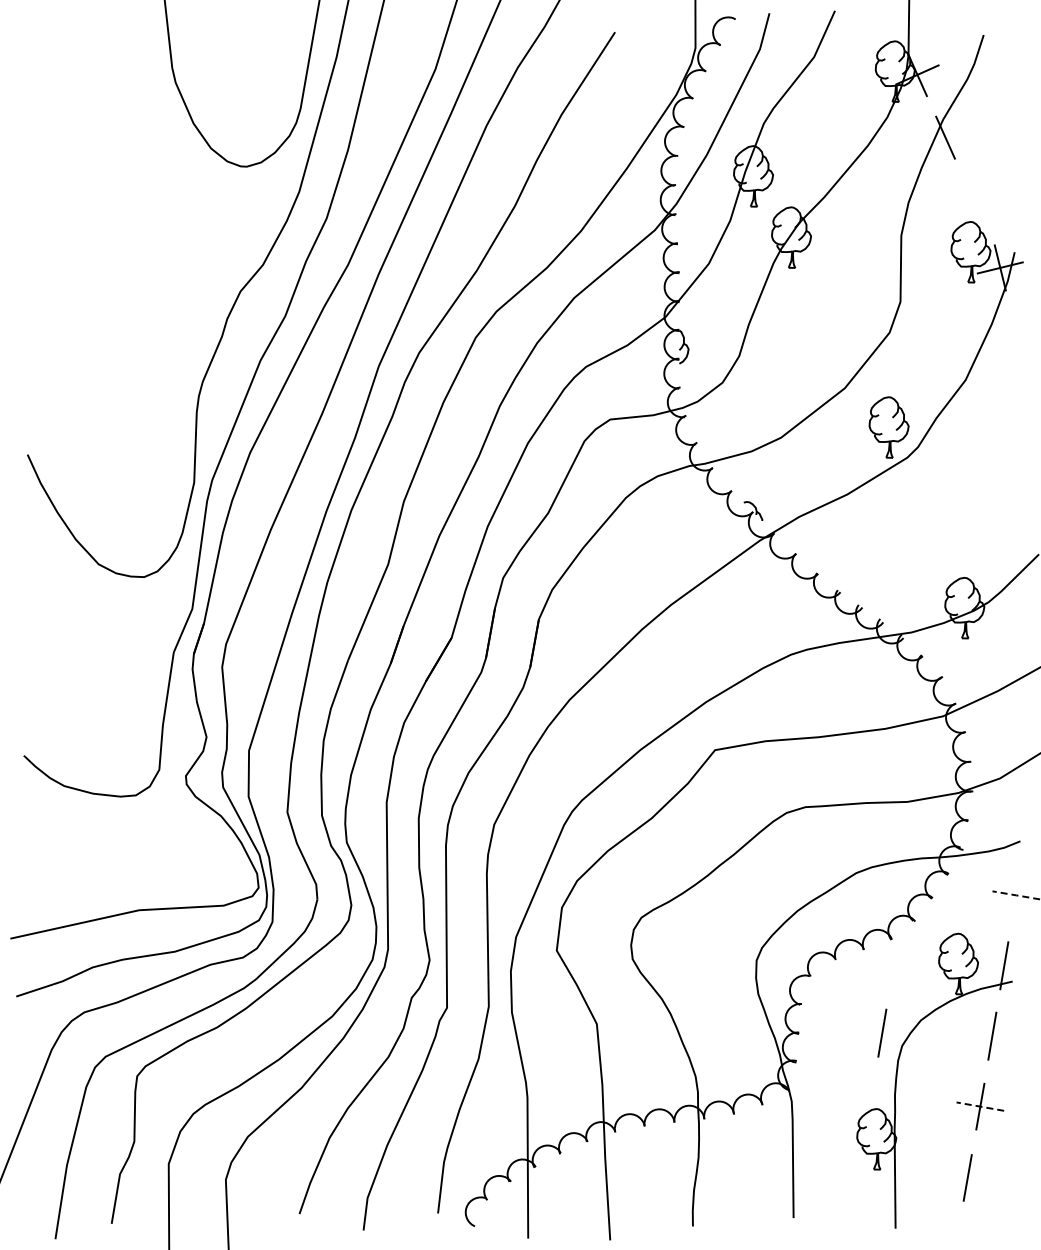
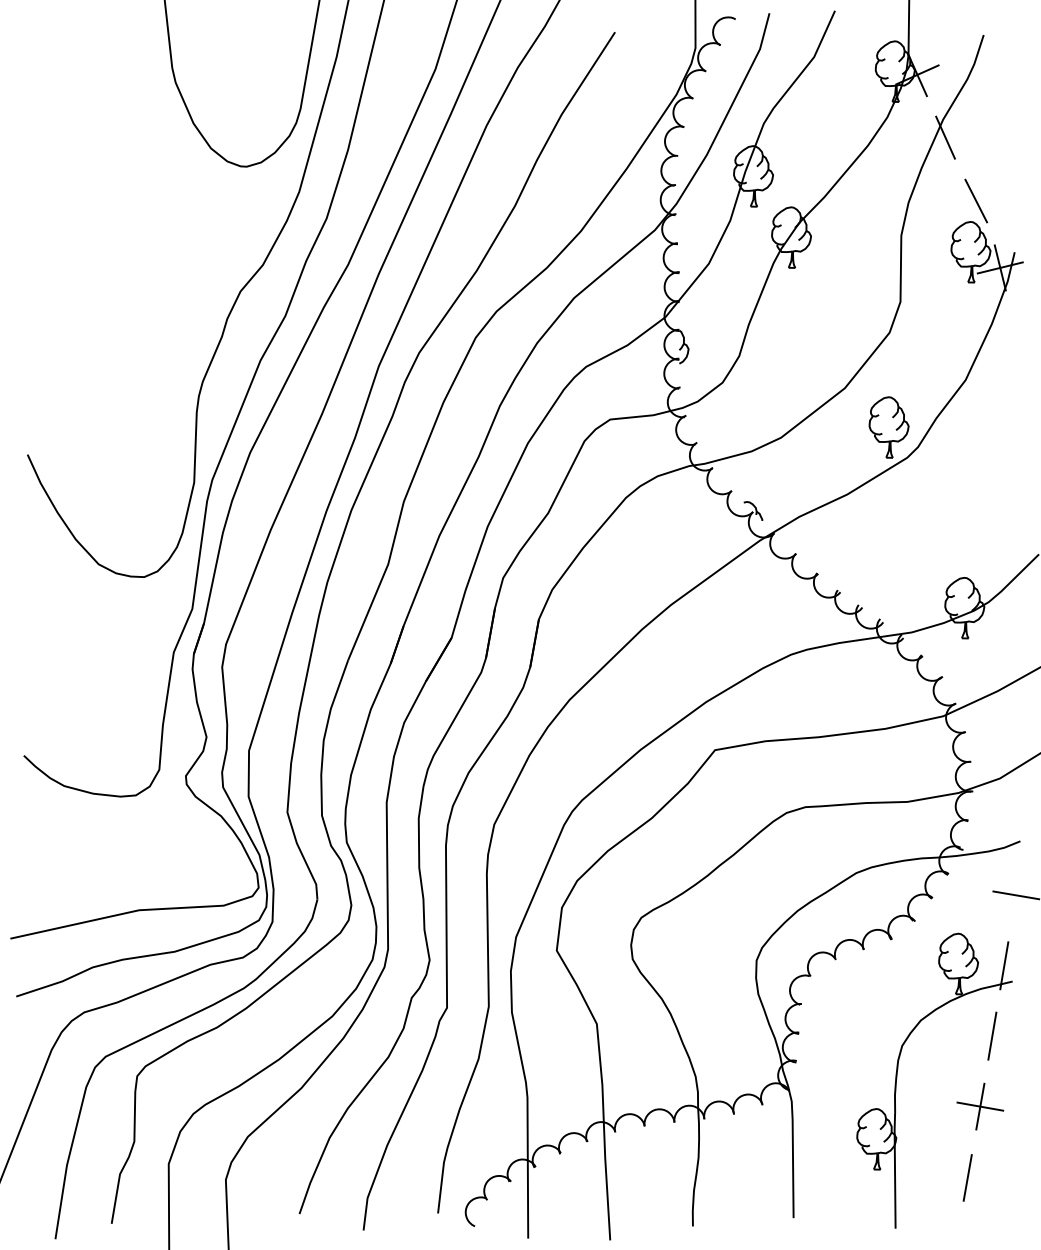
line at (976, 200): none -> present
line at (1016, 895): dashed -> solid
line at (882, 1032): present -> none
line at (980, 1106): dashed -> solid
